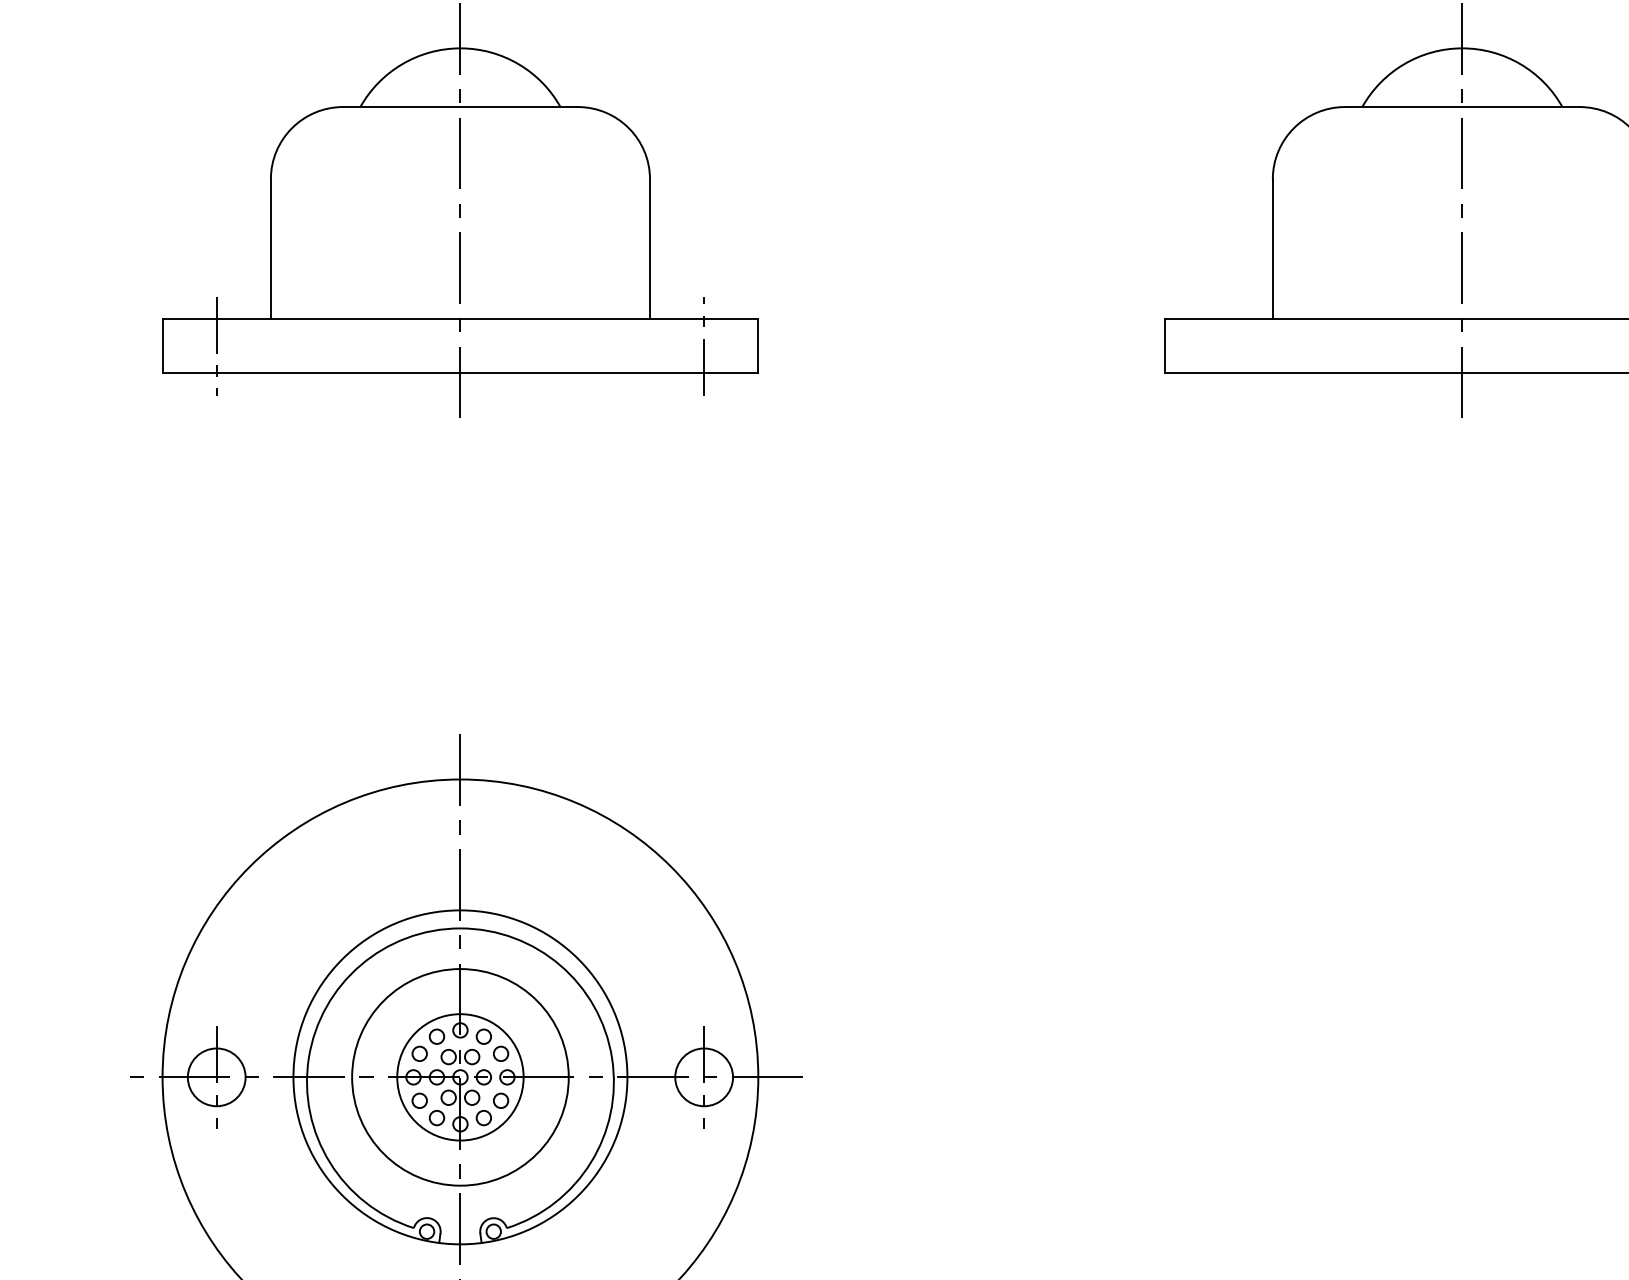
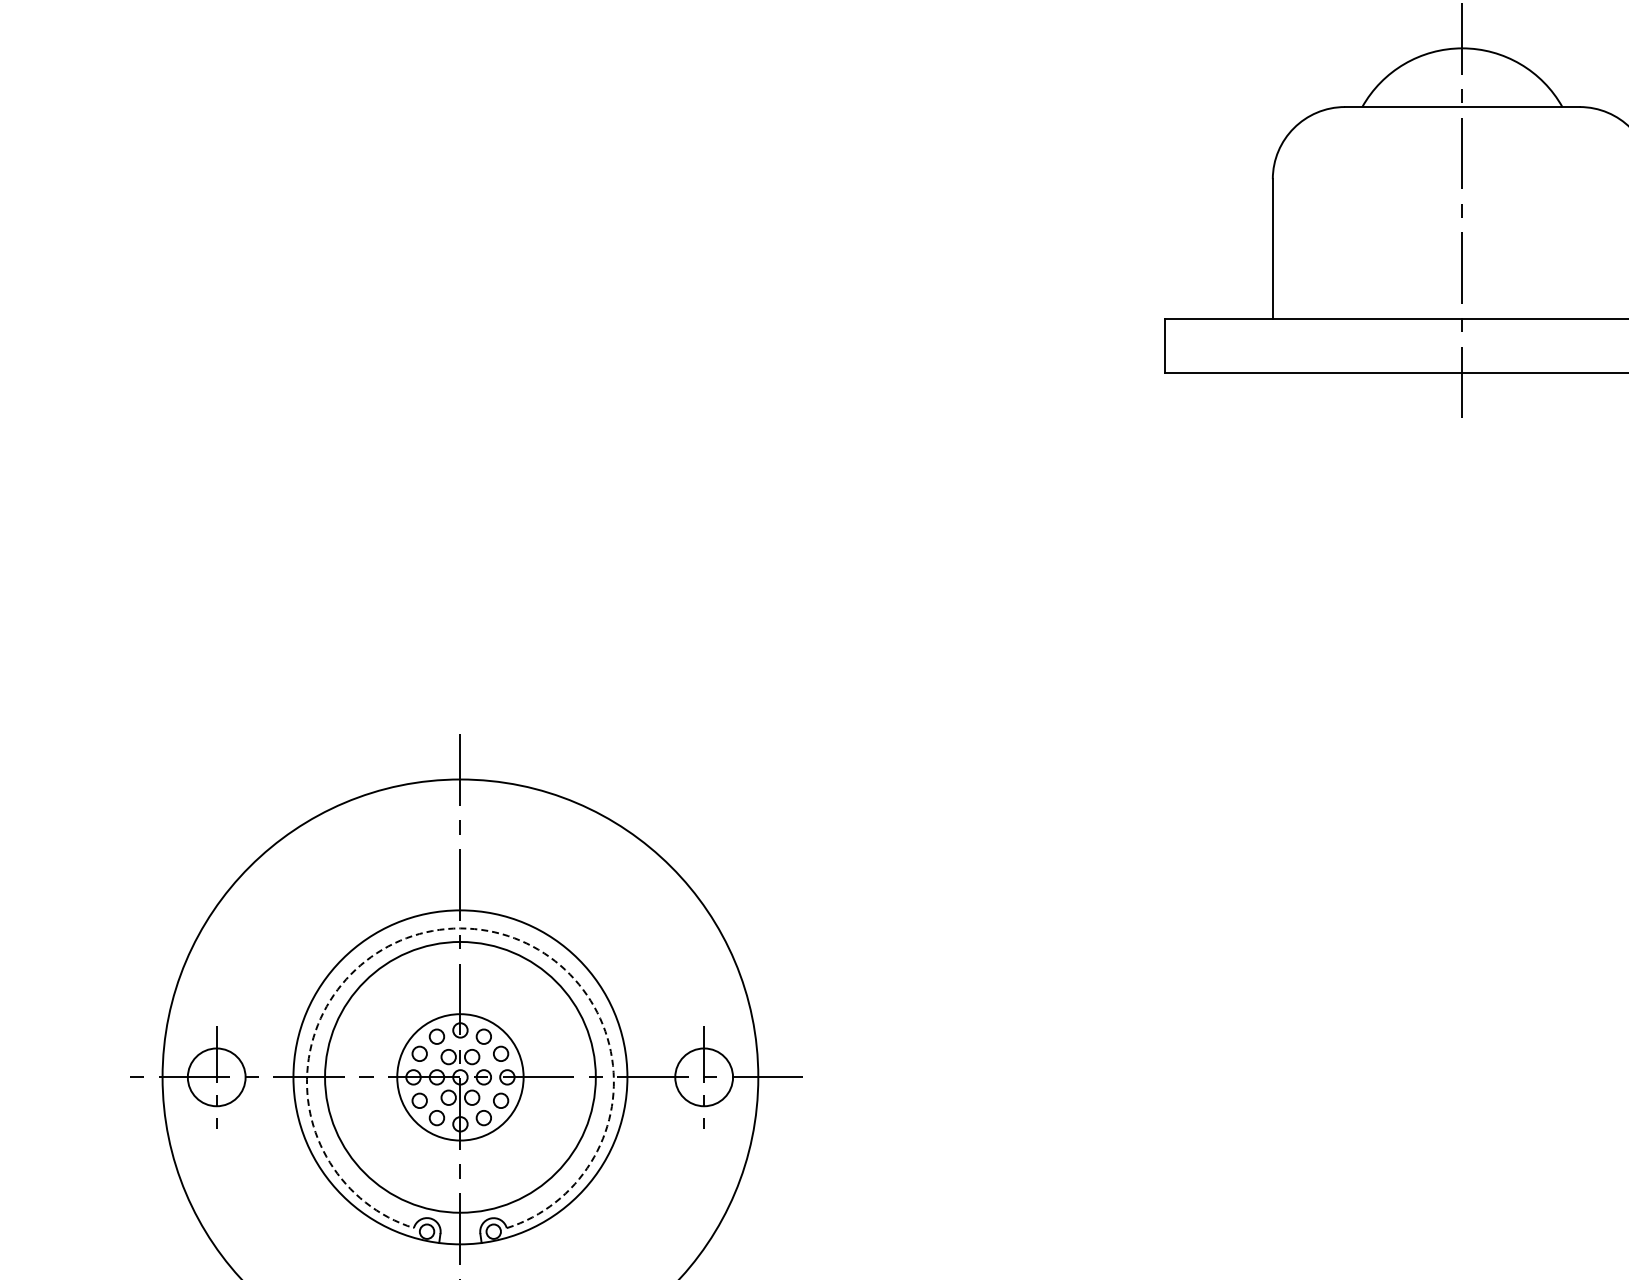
part at (460, 210): present -> none
arc at (460, 928): solid -> dashed
circle at (460, 1077) diameter: 217 px -> 271 px
